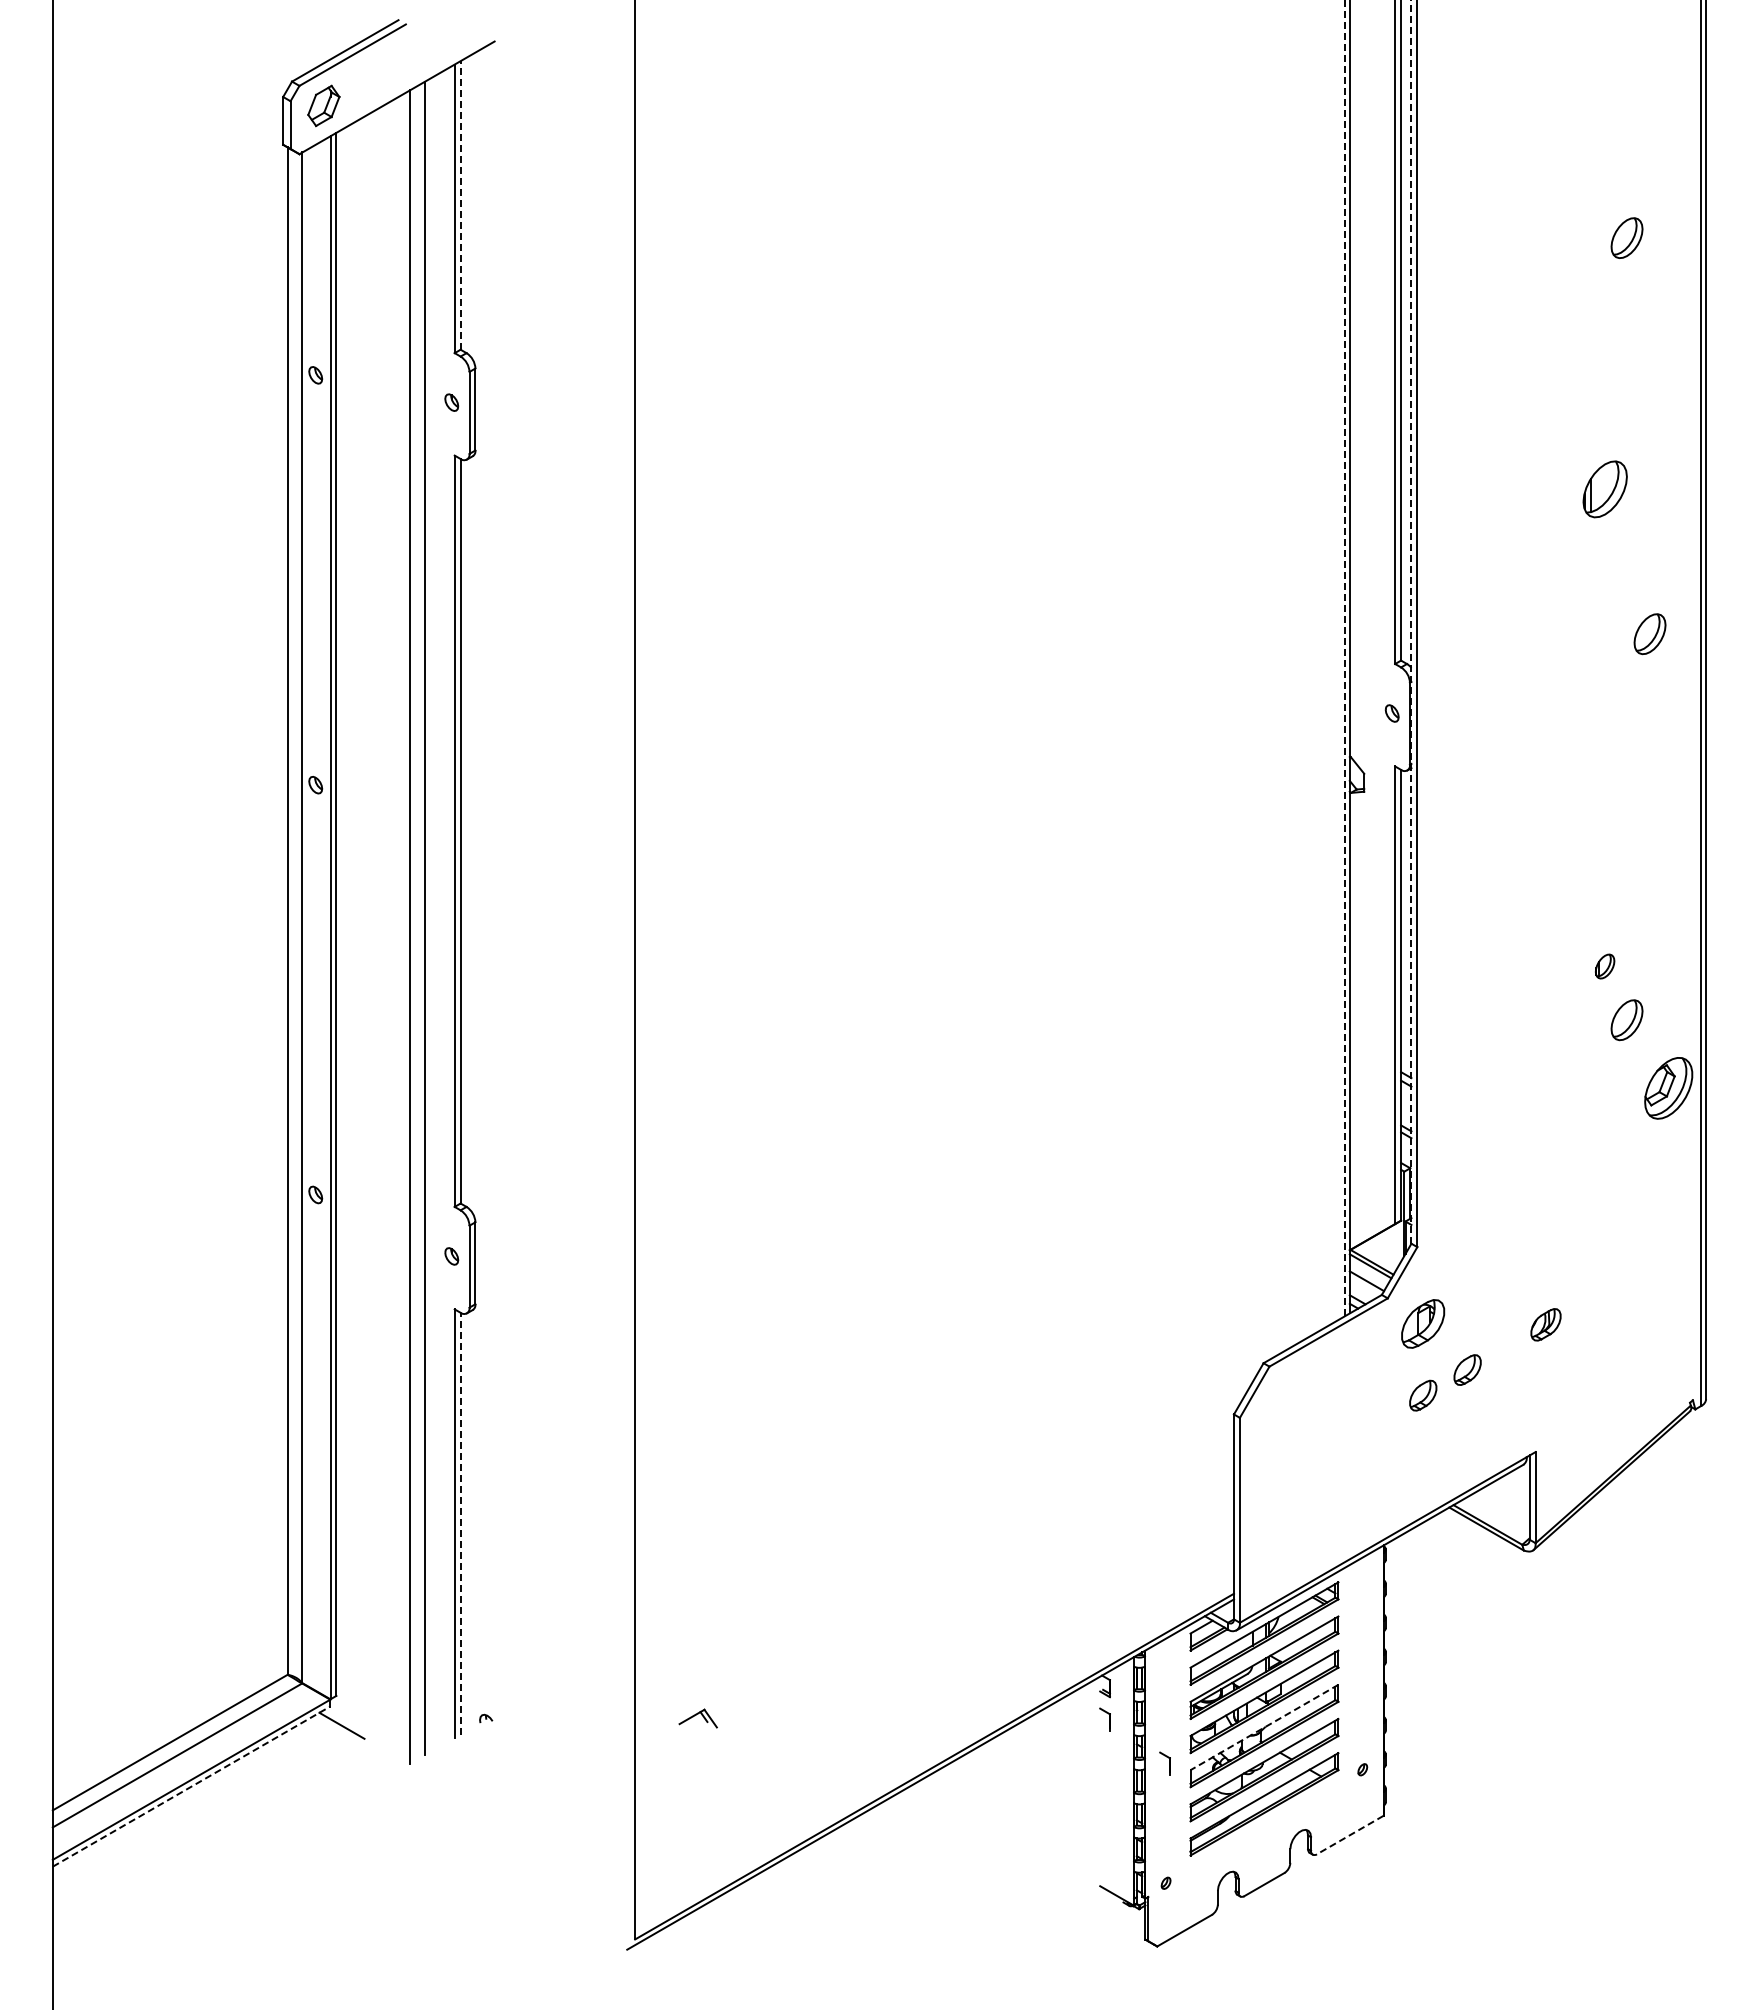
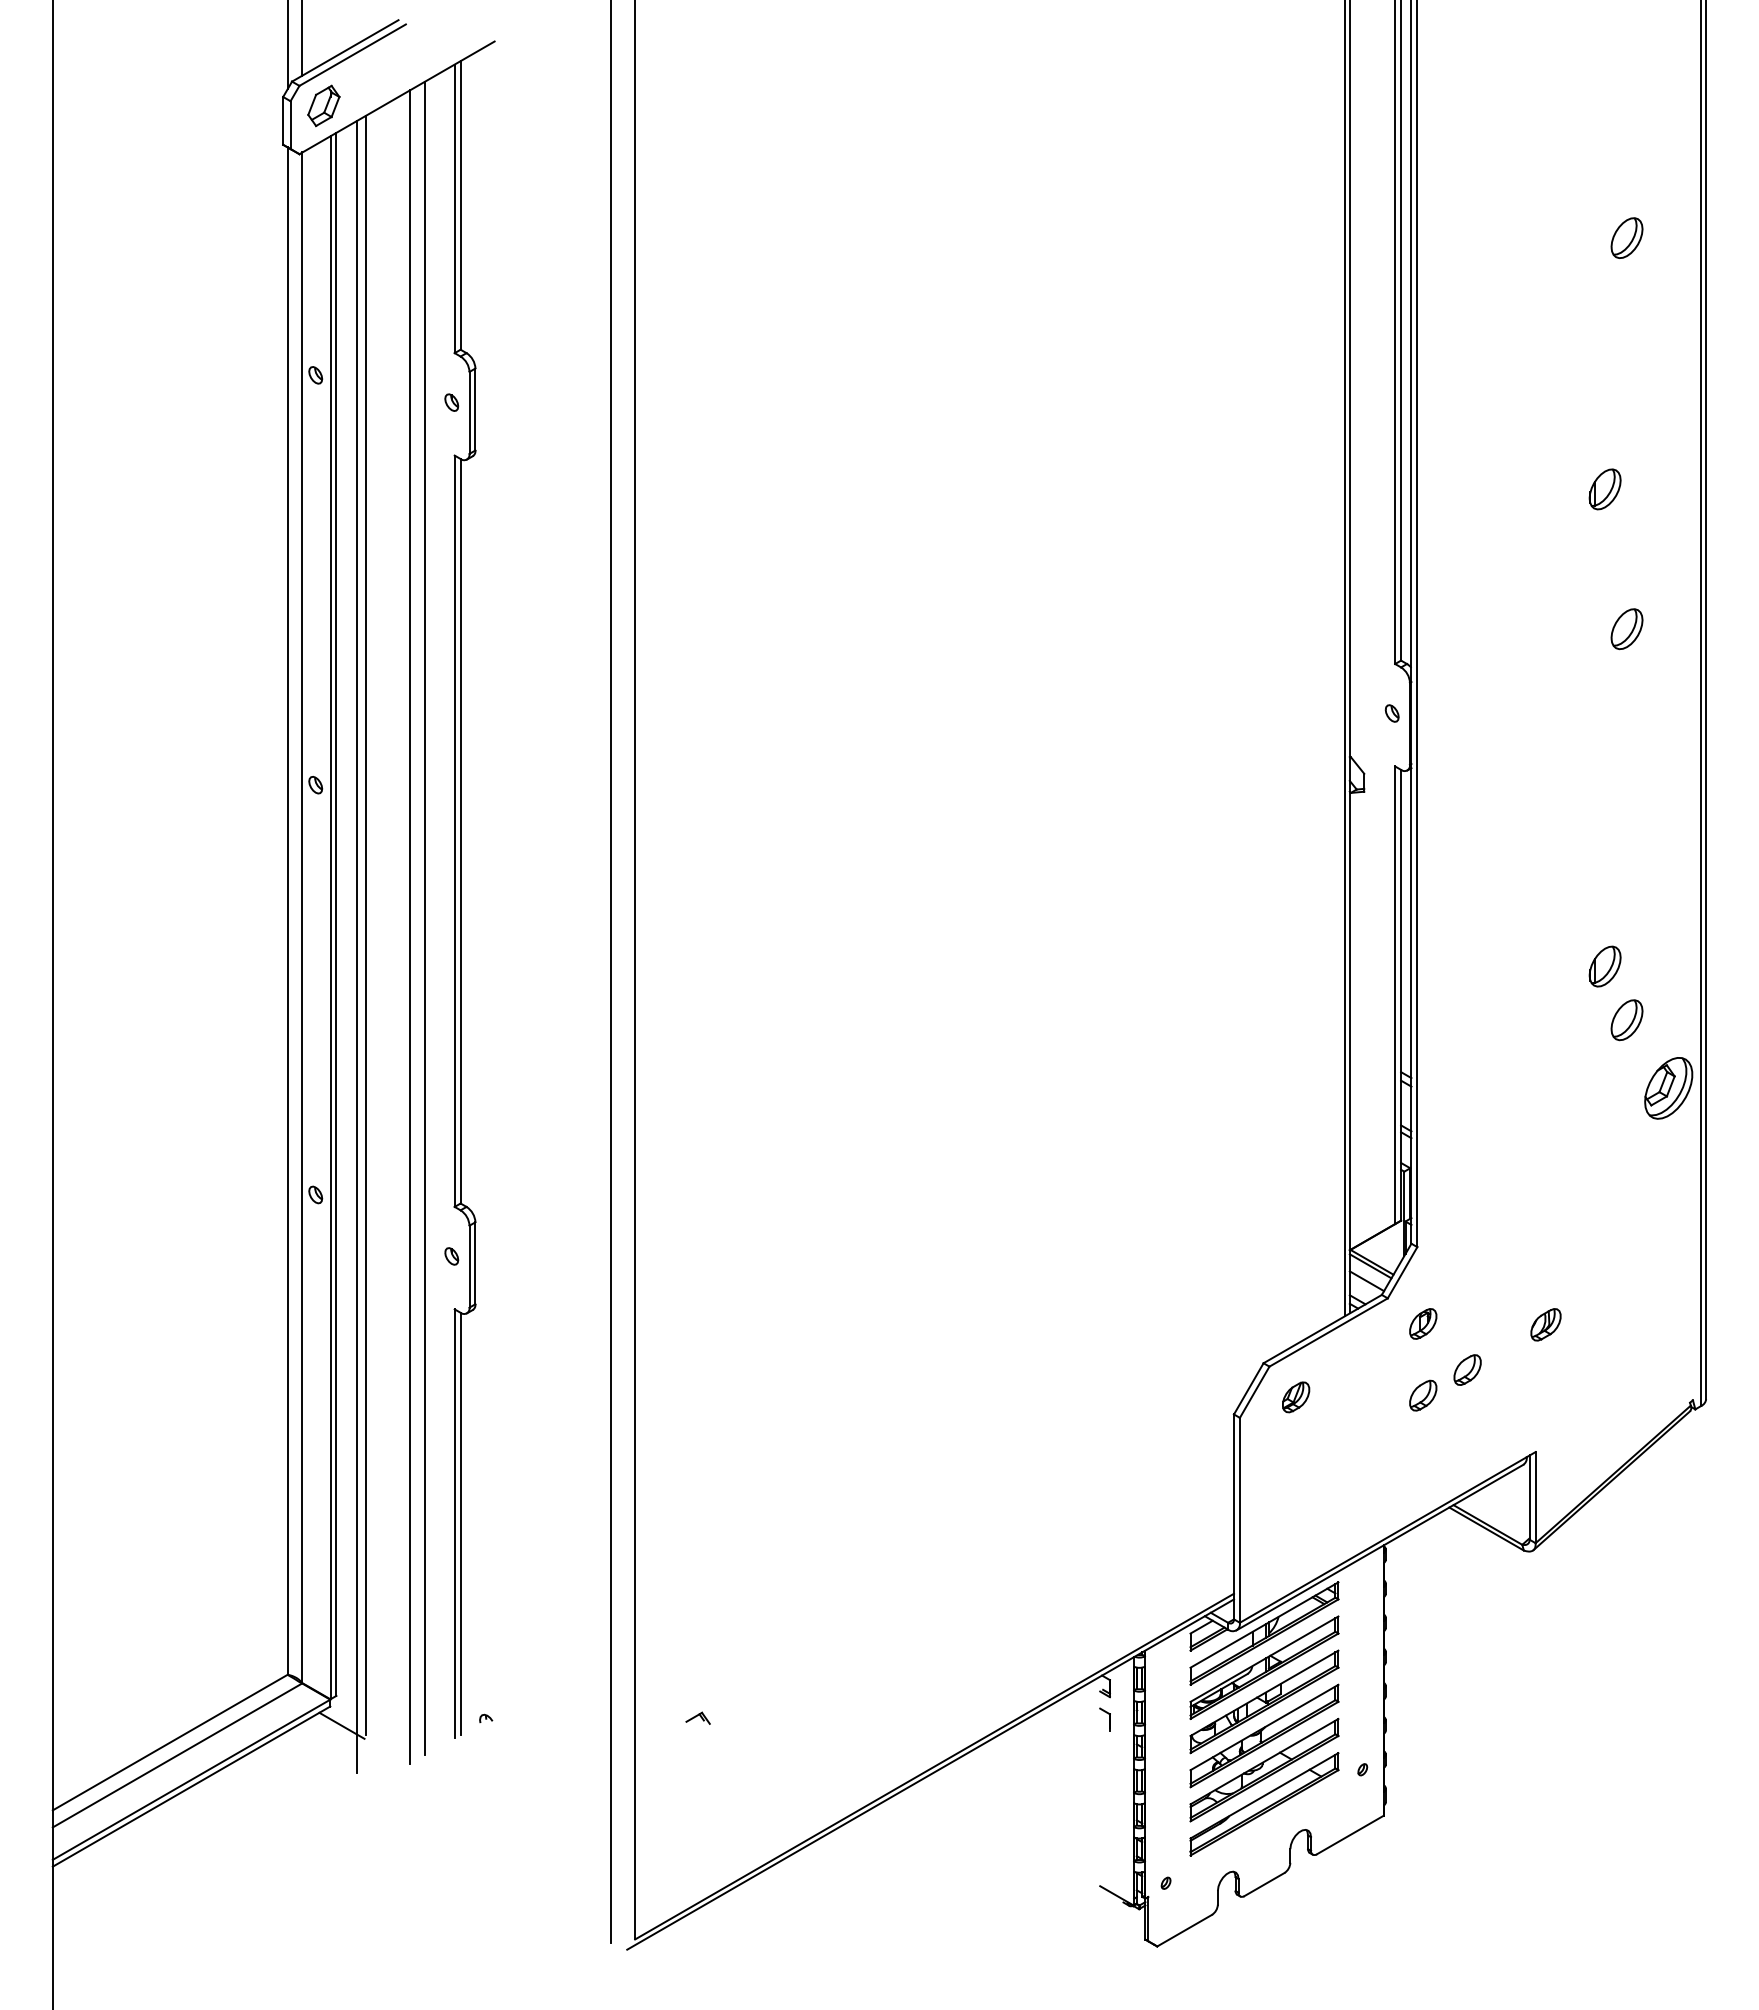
line at (302, 38): none -> present
line at (287, 45): none -> present
line at (460, 204): dashed -> solid
part at (1604, 489) size: 46x59 px -> 34x43 px
line at (1411, 621): dashed -> solid
part at (1649, 634) position: (1649, 634) -> (1626, 629)
line at (1344, 658): dashed -> solid
line at (366, 924): none -> present
line at (357, 946): none -> present
part at (1605, 966) size: 21x27 px -> 34x43 px
line at (611, 972): none -> present
part at (1423, 1323) size: 45x50 px -> 29x32 px
part at (1296, 1397): none -> present
line at (460, 1523): dashed -> solid
part at (697, 1718) size: 40x21 px -> 26x14 px
line at (1264, 1727): dashed -> solid
part at (1164, 1763): present -> none
line at (192, 1786): dashed -> solid
line at (1349, 1835): dashed -> solid
